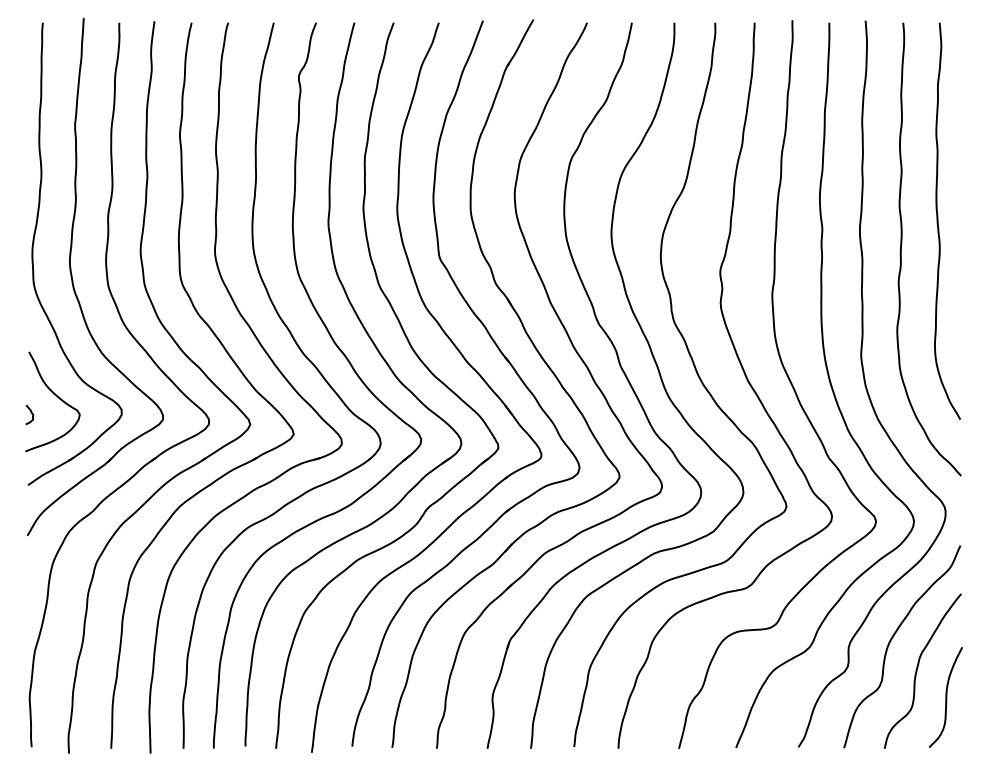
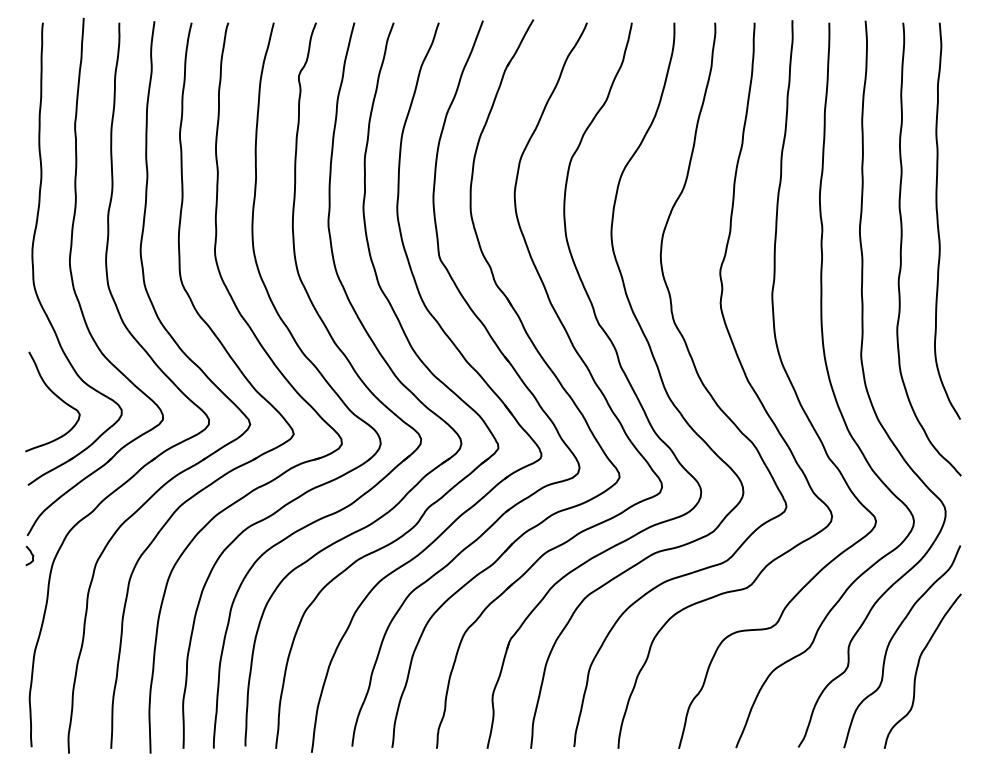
curve at (31, 414) position: (31, 414) -> (31, 555)
curve at (945, 697): present -> none
